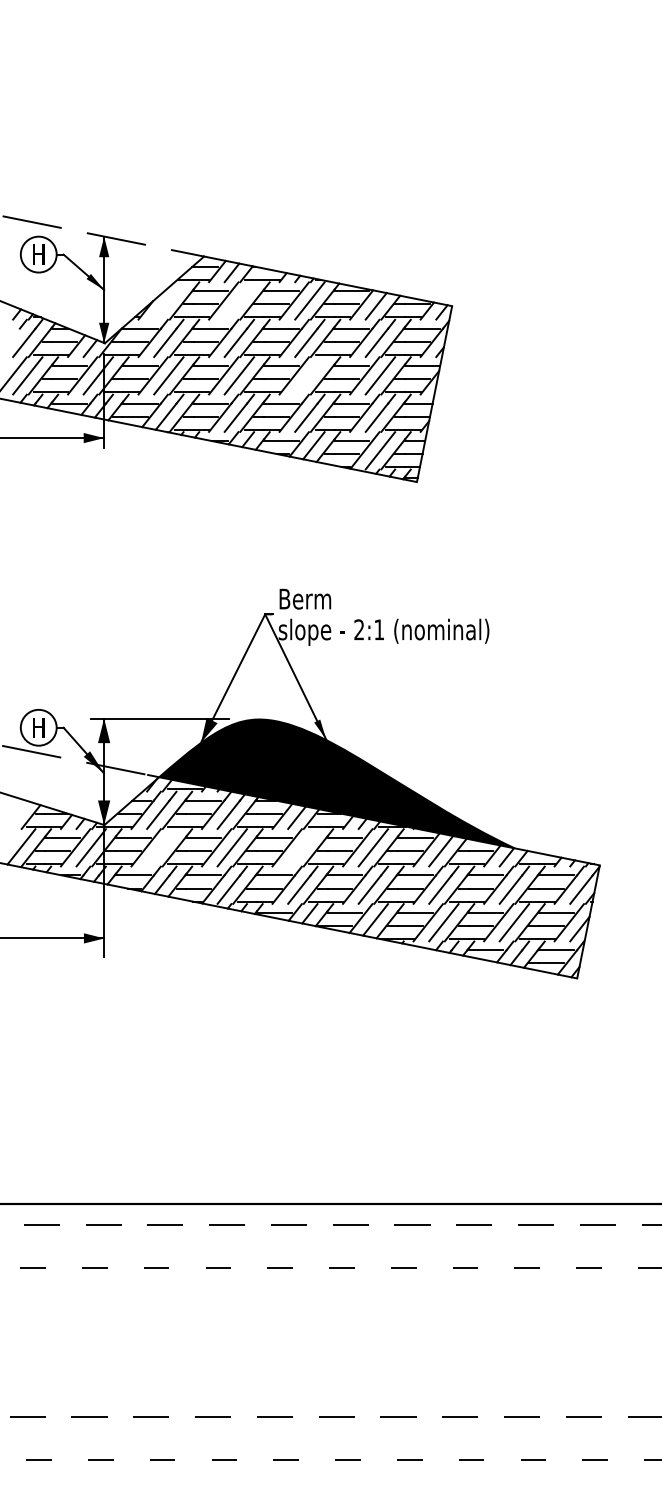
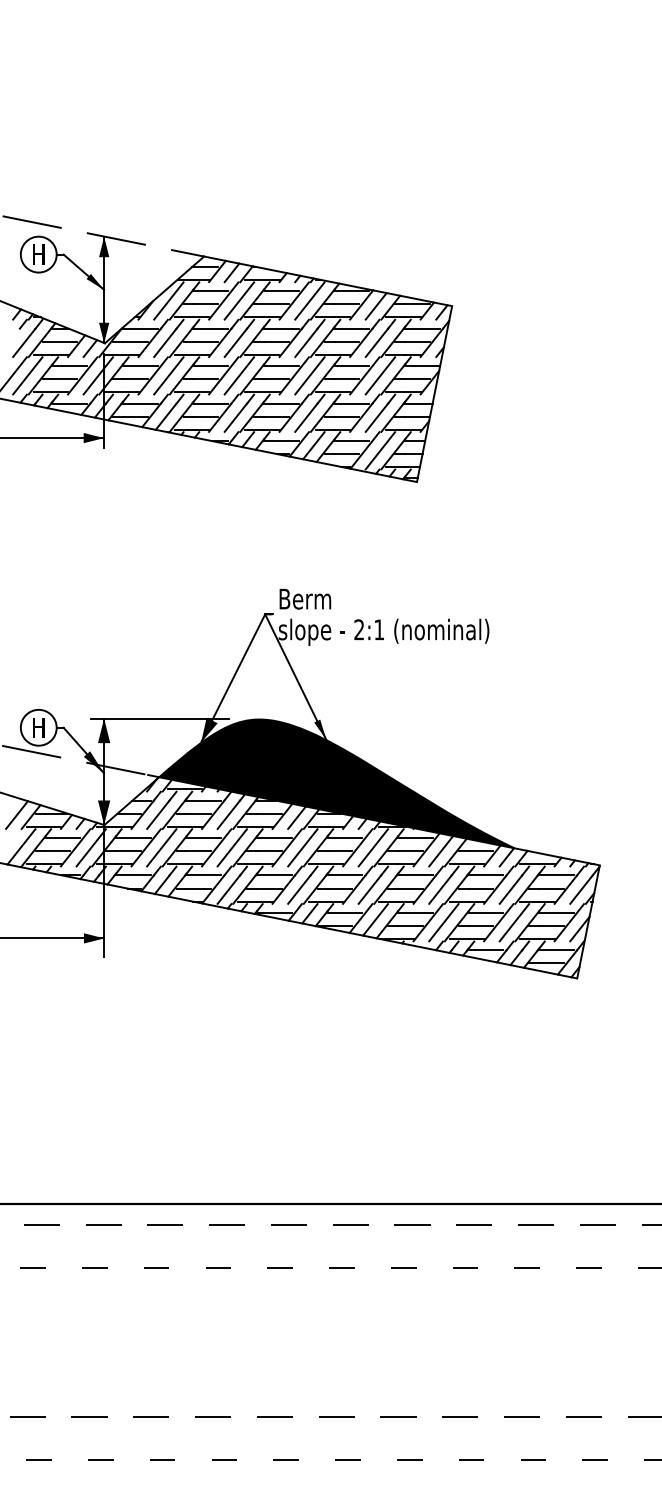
line at (168, 300): none -> present
line at (239, 300): none -> present
line at (309, 375): none -> present
line at (16, 814): none -> present
line at (161, 847): none -> present
line at (302, 847): none -> present
